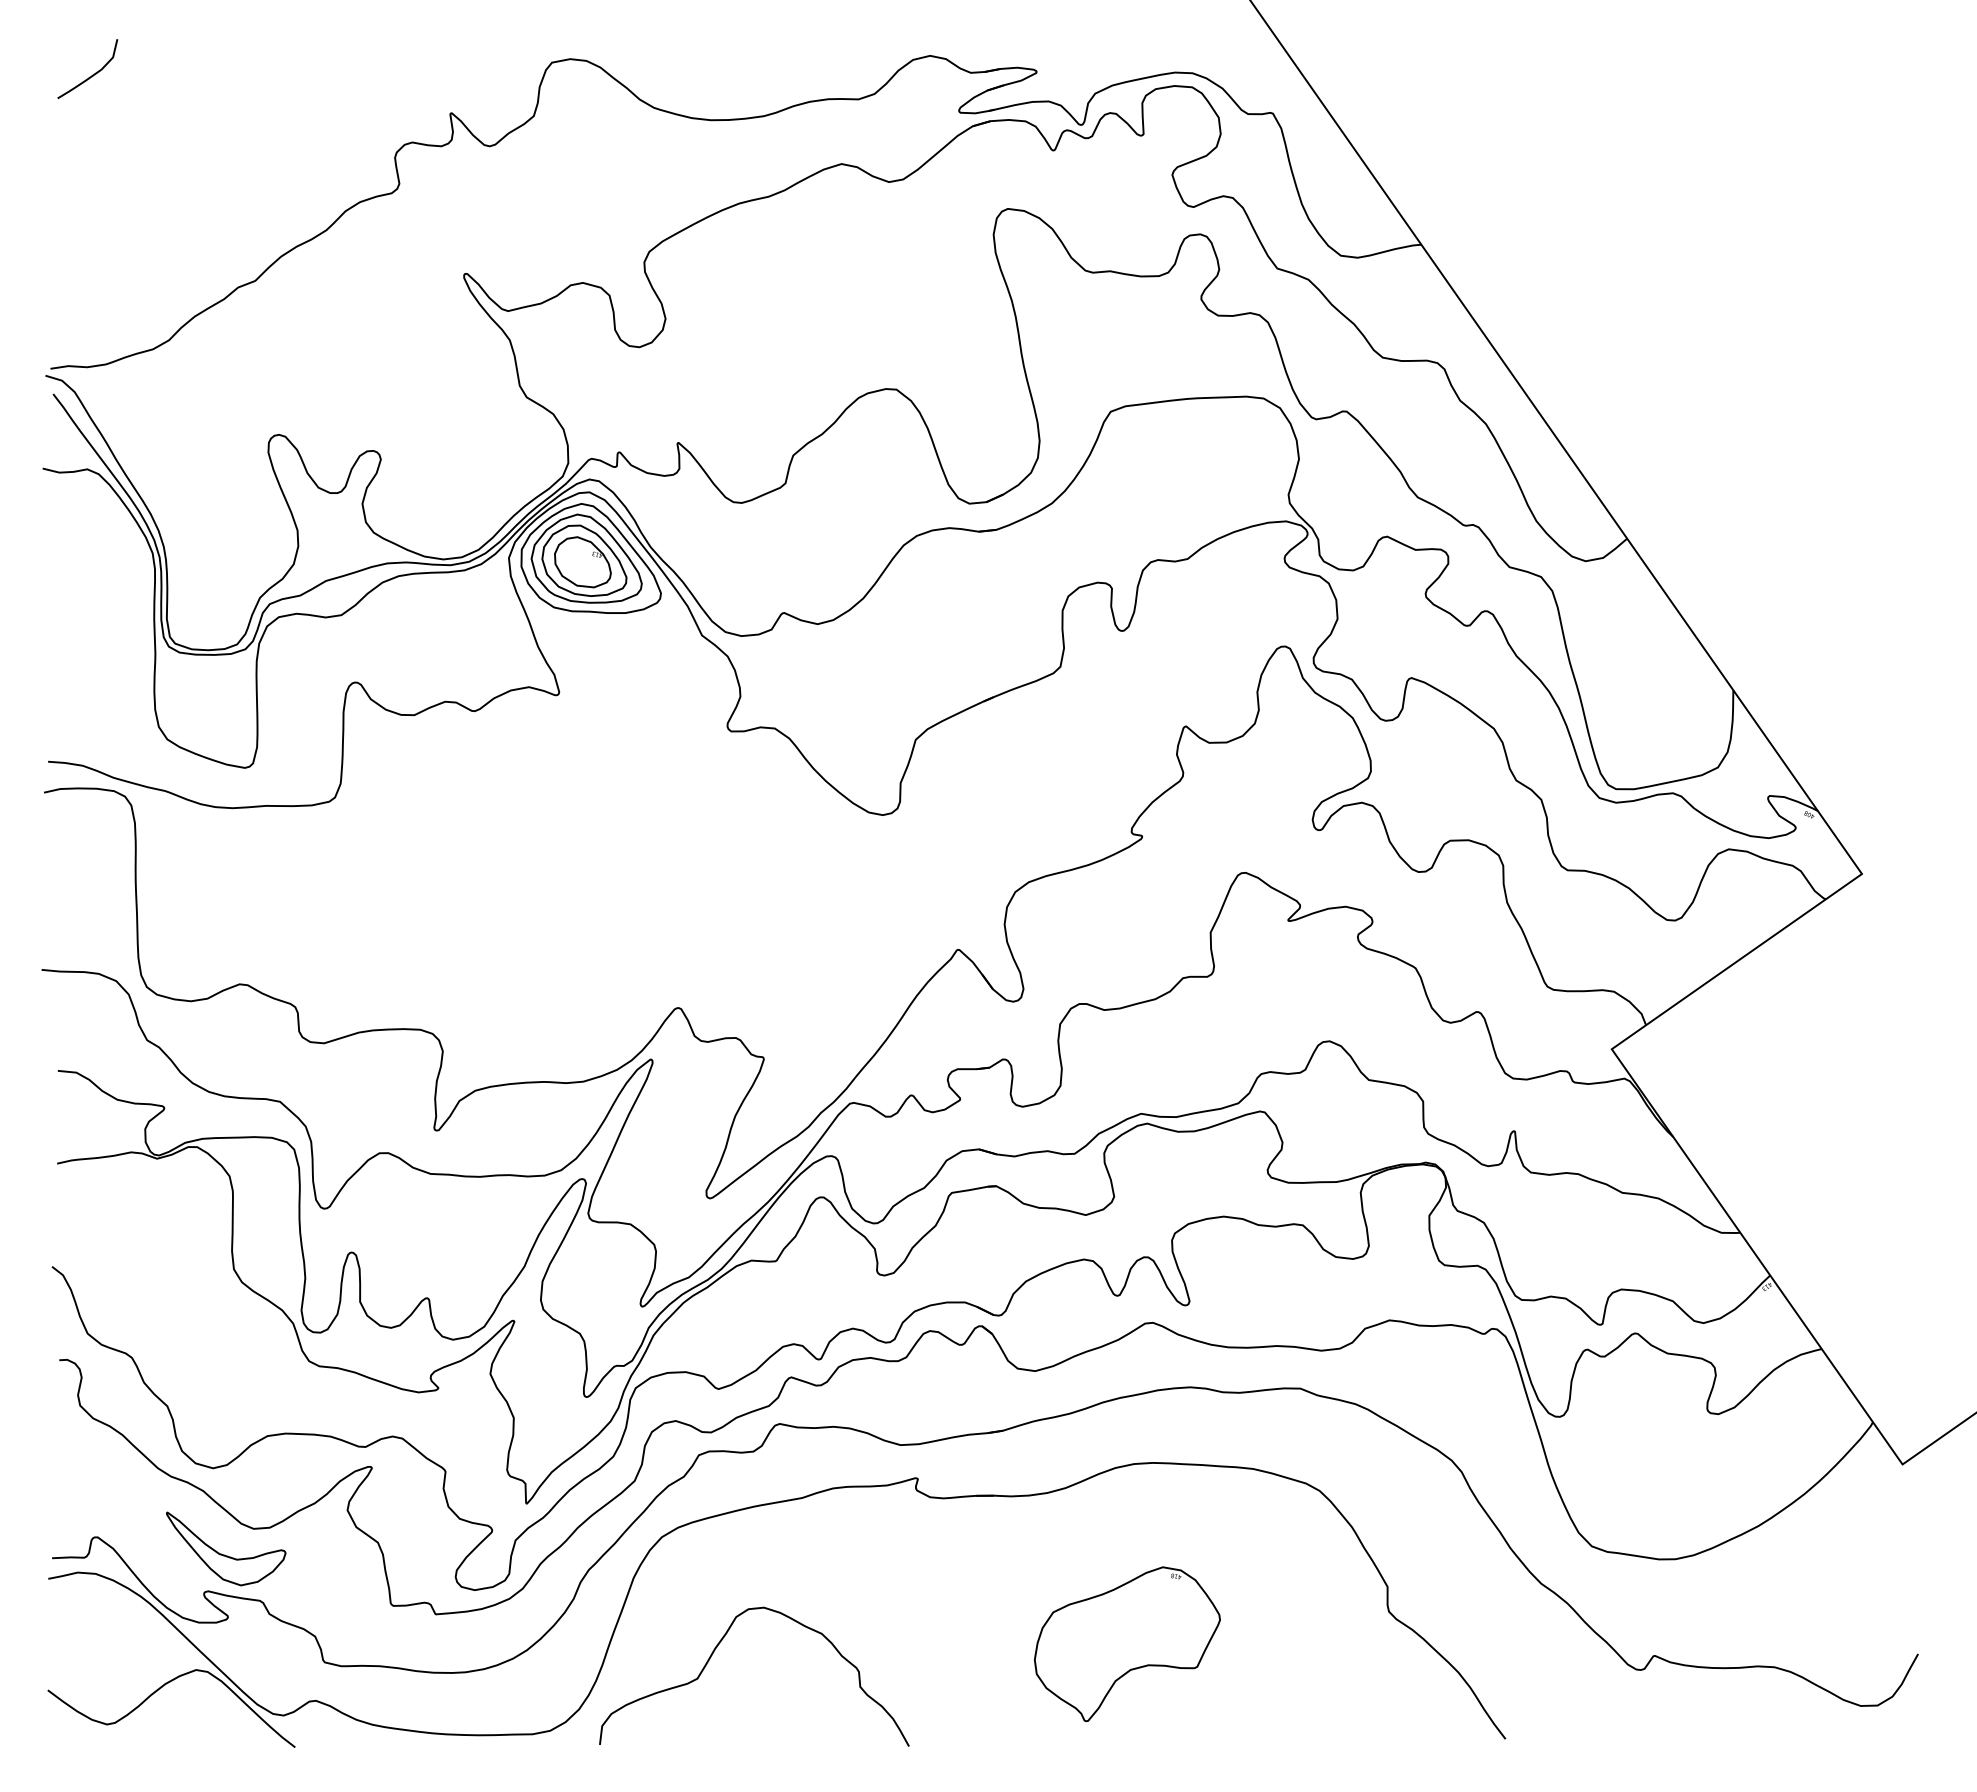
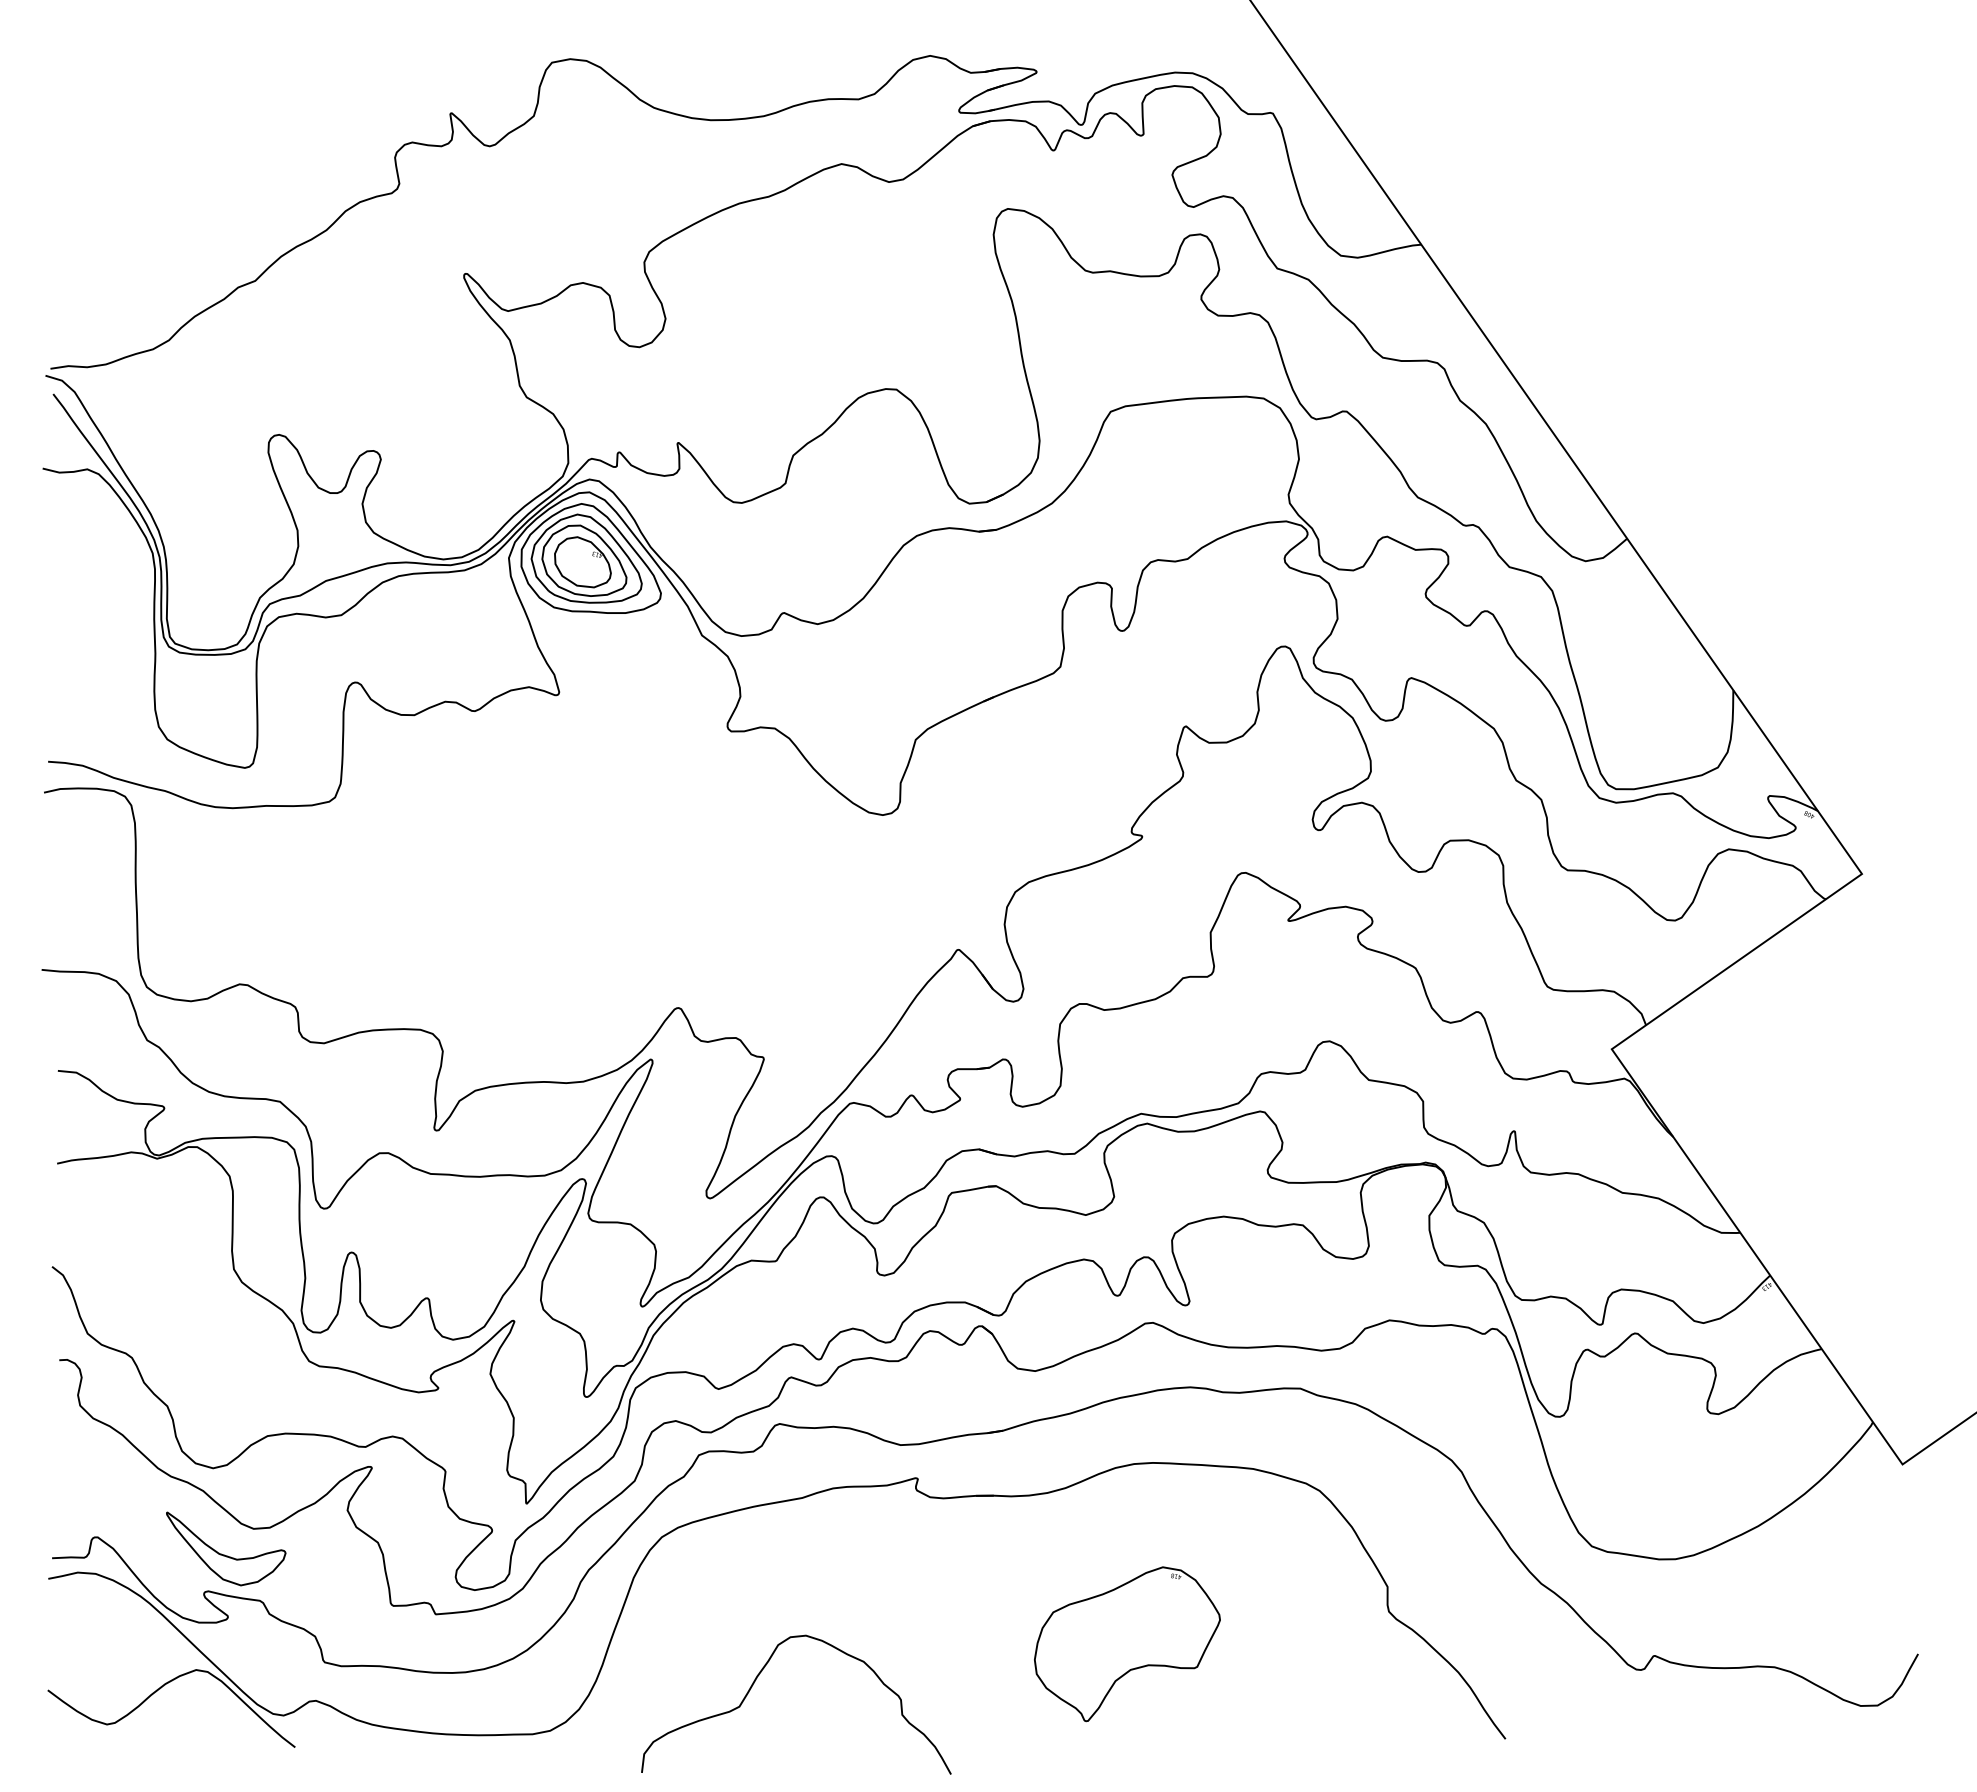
curve at (92, 74): present -> none
curve at (714, 1652) position: (714, 1652) -> (756, 1680)
